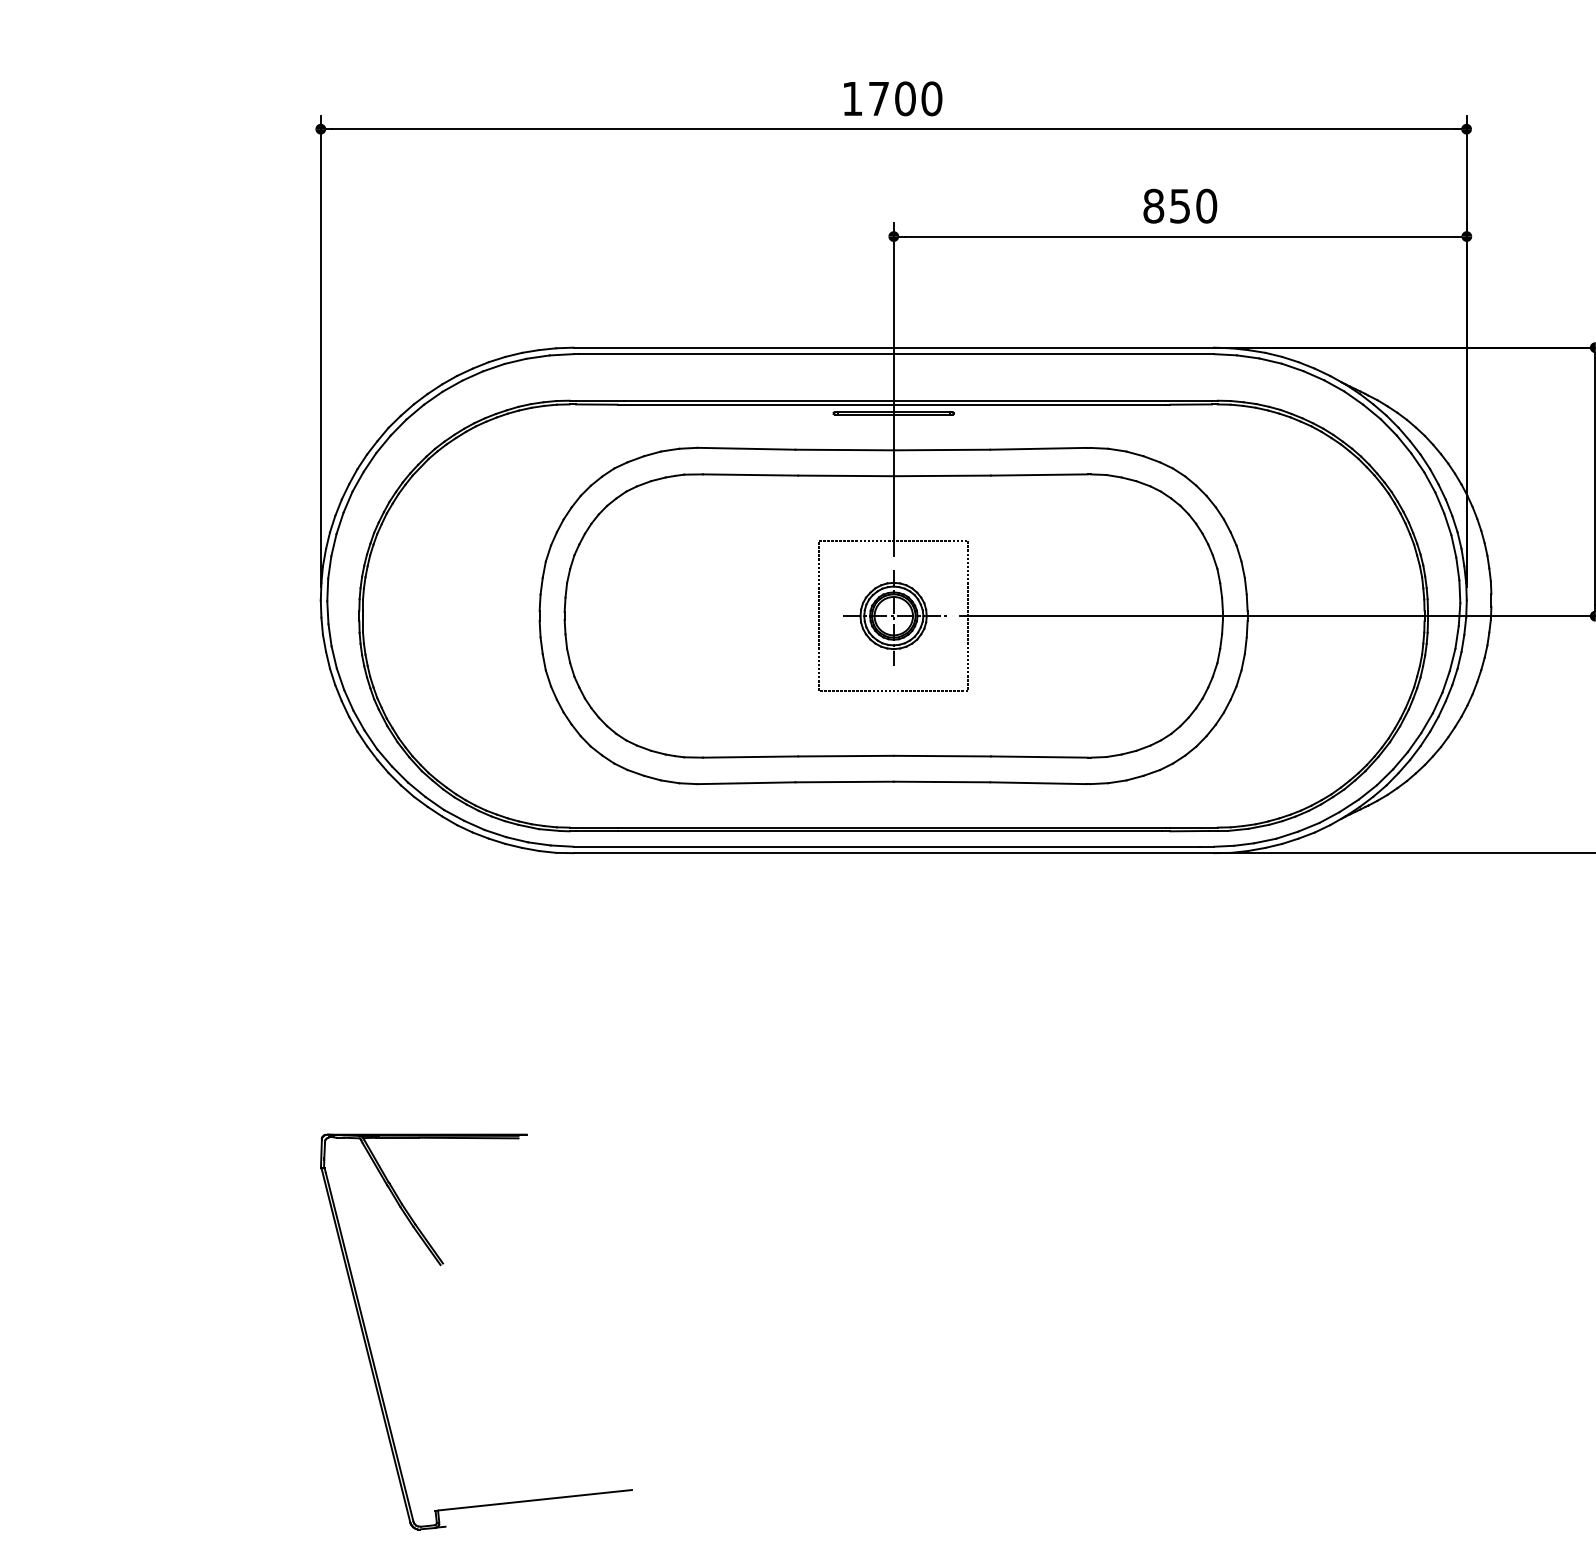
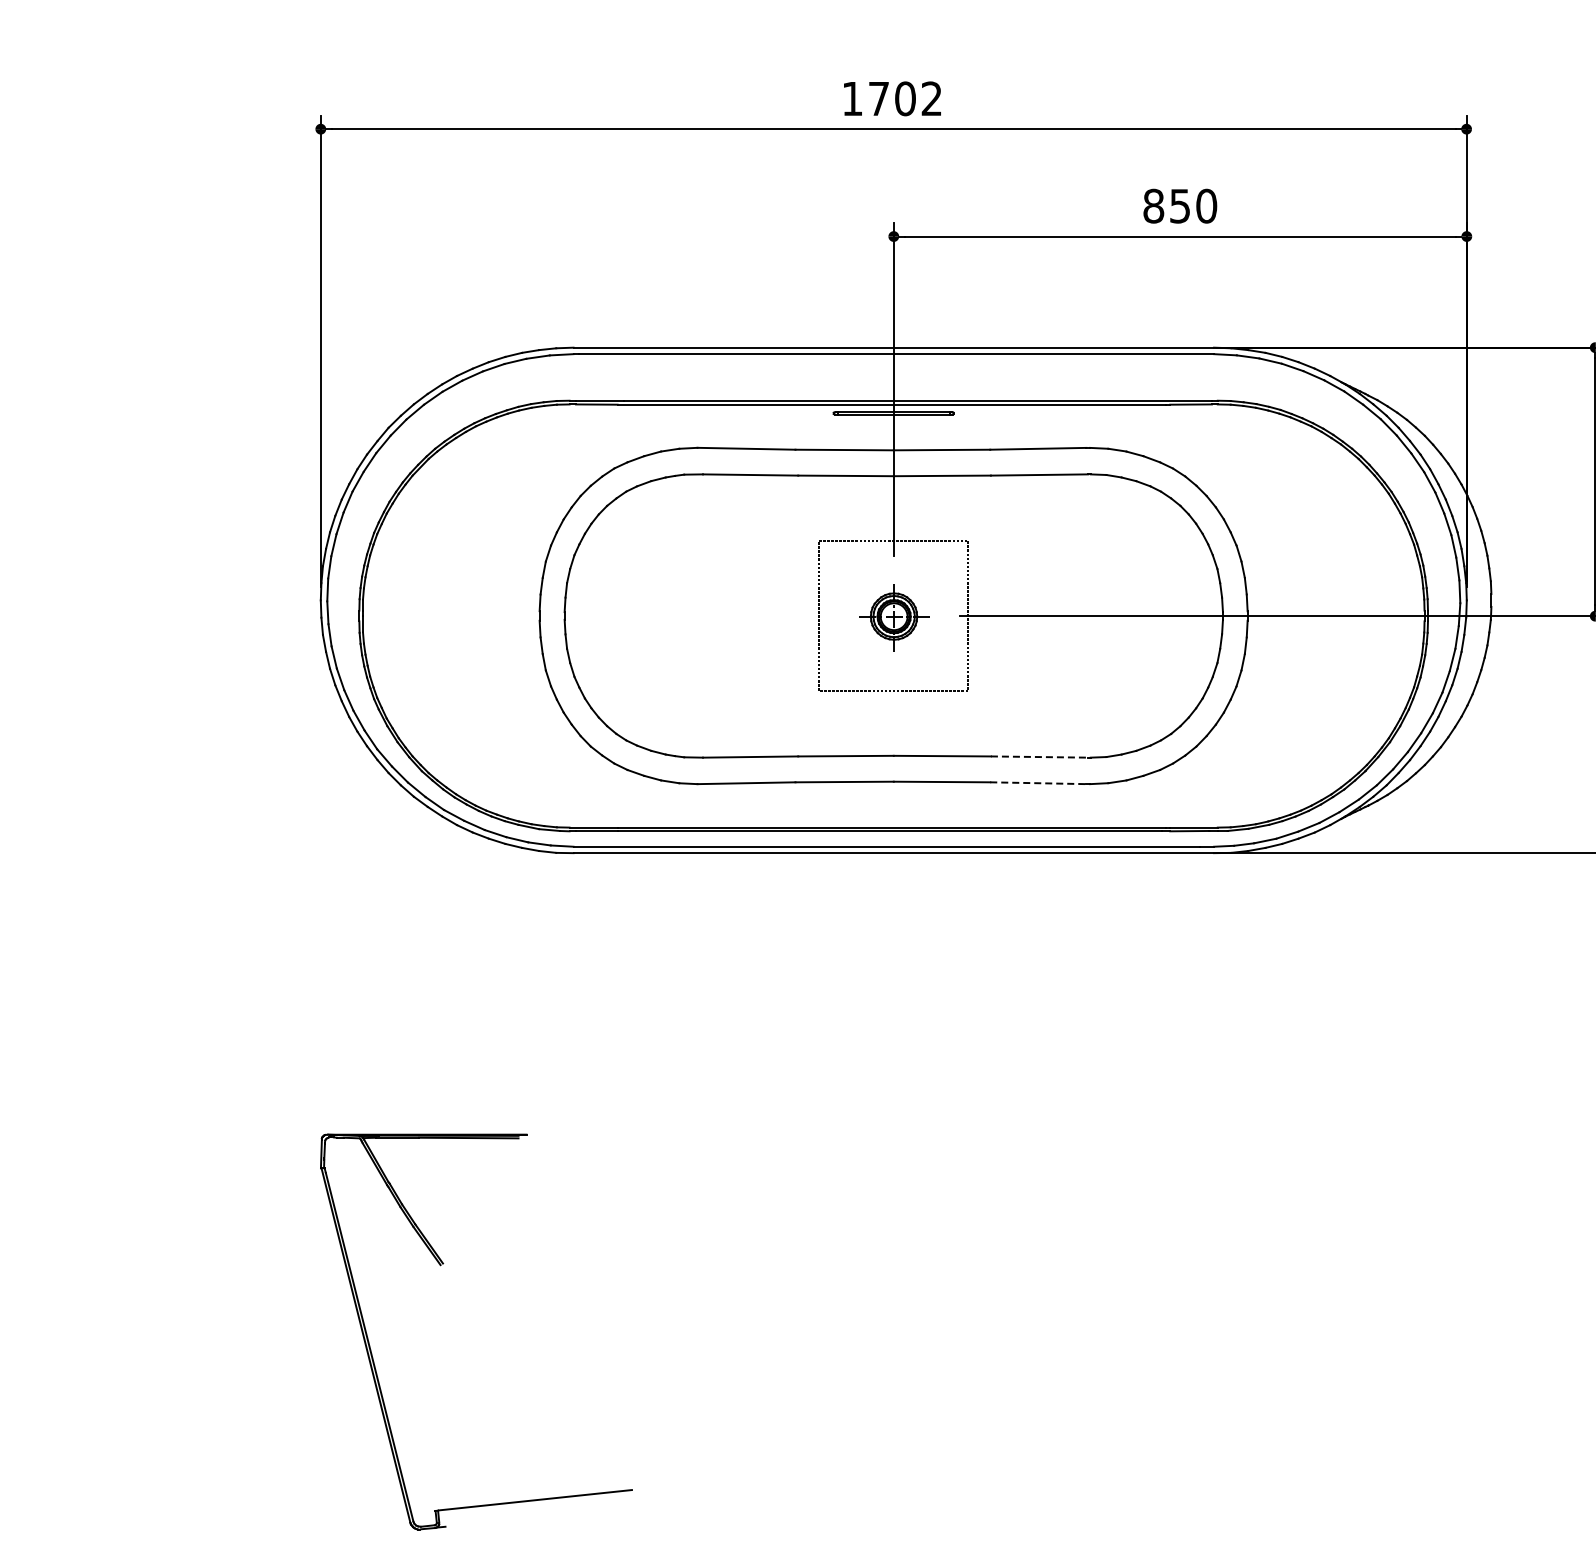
text at (931, 98): 1700 -> 1702
part at (894, 617) size: 104x96 px -> 71x68 px
line at (1039, 757): solid -> dashed
line at (1038, 783): solid -> dashed
